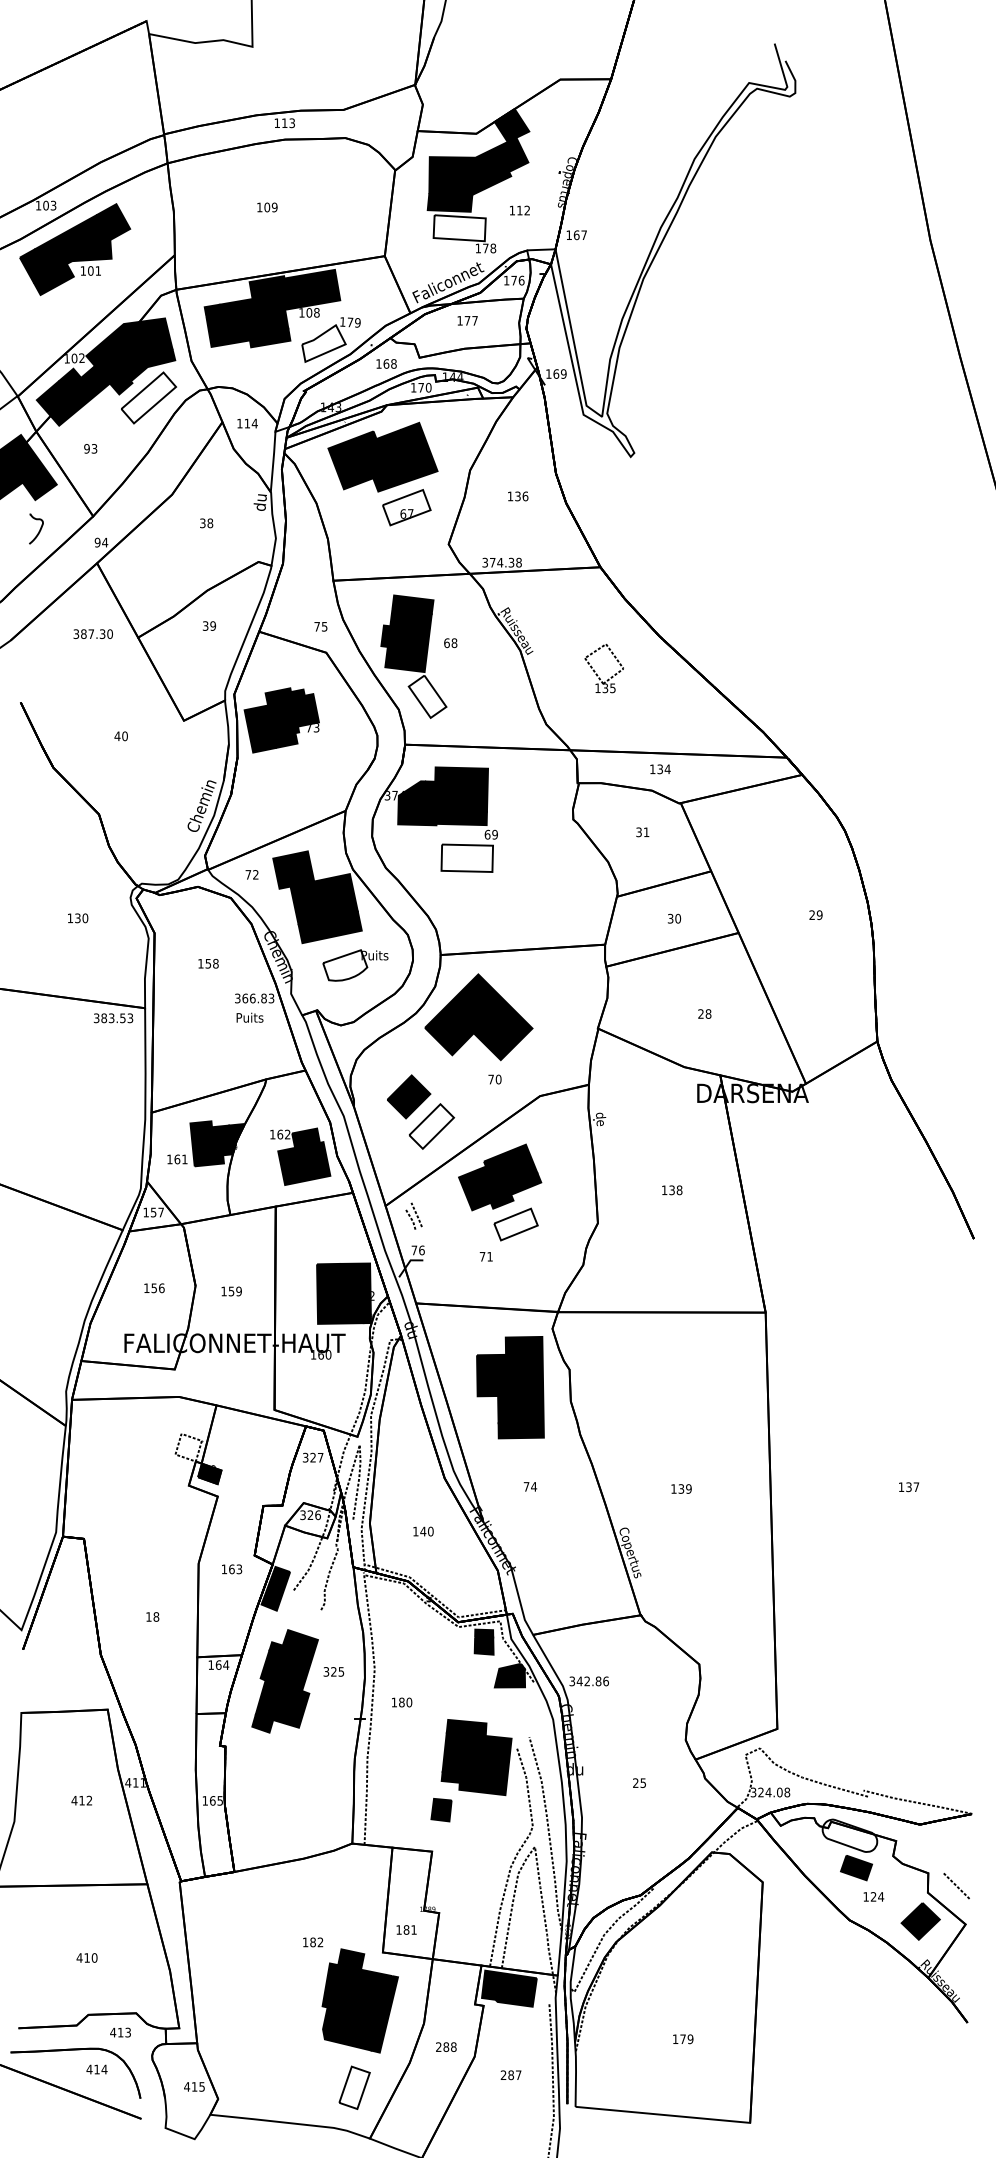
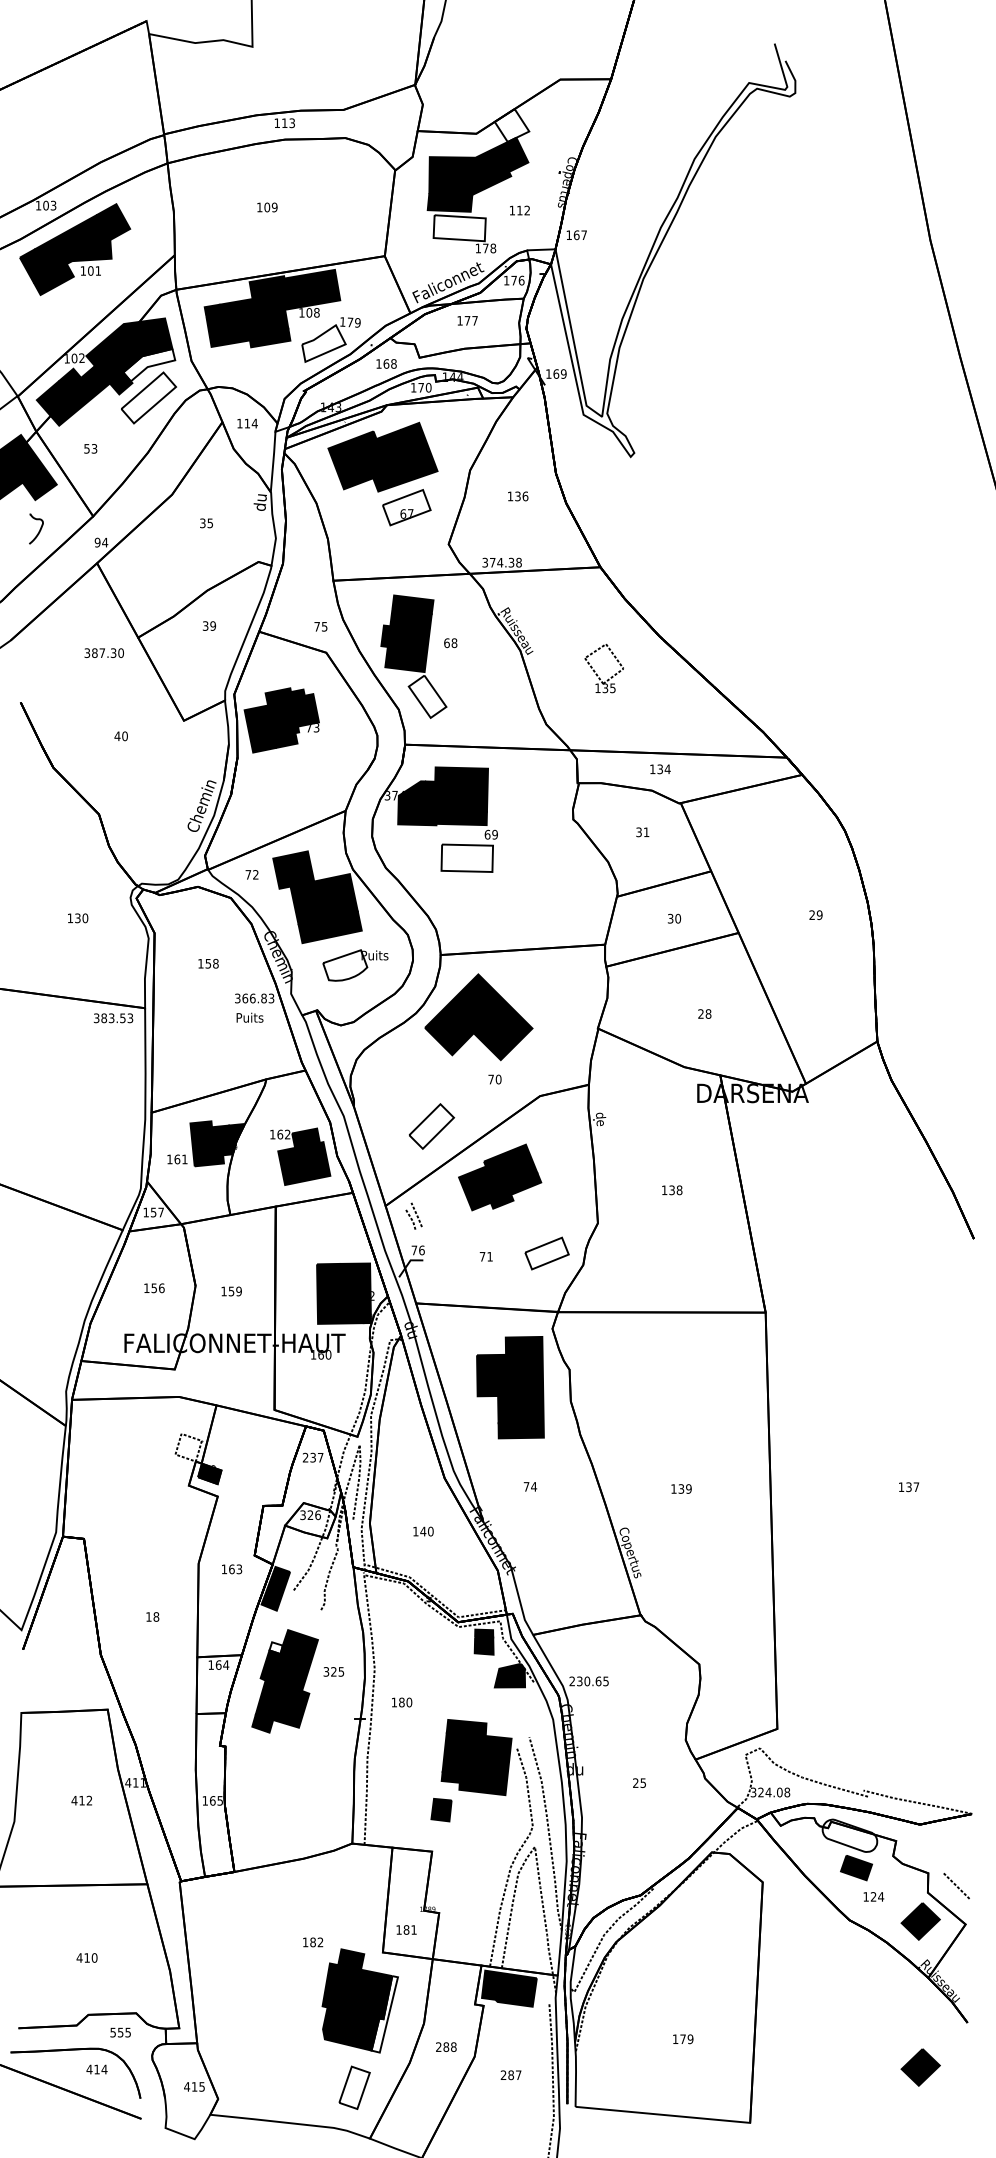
fill at (511, 125): present -> none
fill at (149, 364): present -> none
text at (86, 448): 93 -> 53
text at (210, 523): 38 -> 35
text at (92, 633) position: (92, 633) -> (103, 652)
part at (409, 1096): present -> none
part at (515, 1224) position: (515, 1224) -> (546, 1253)
text at (309, 1457): 327 -> 237
fill at (275, 1648): present -> none
text at (588, 1681): 342.86 -> 230.65
fill at (384, 2014): present -> none
text at (120, 2032): 413 -> 555
part at (920, 2067): none -> present
